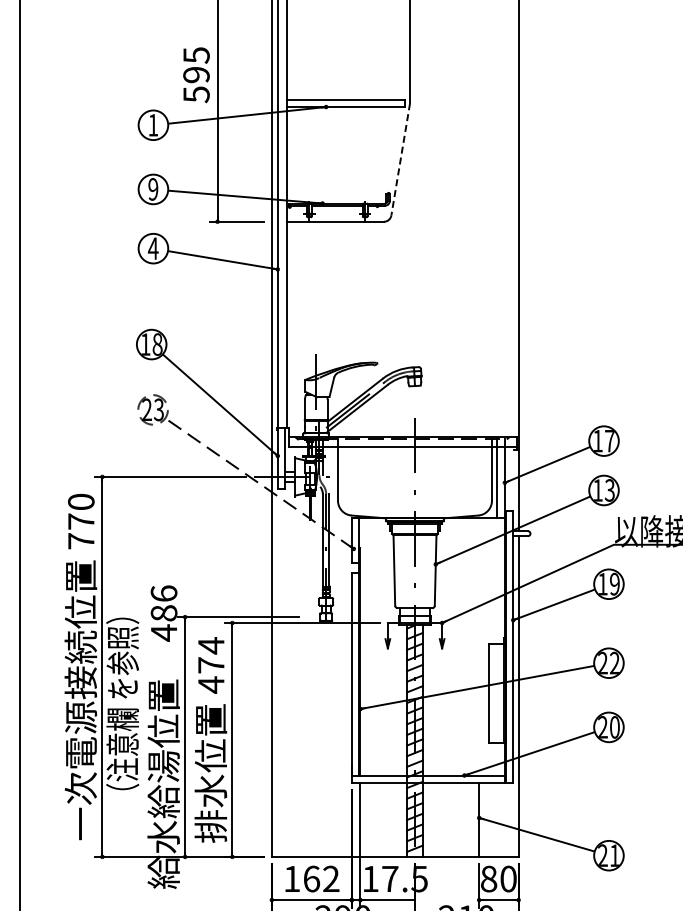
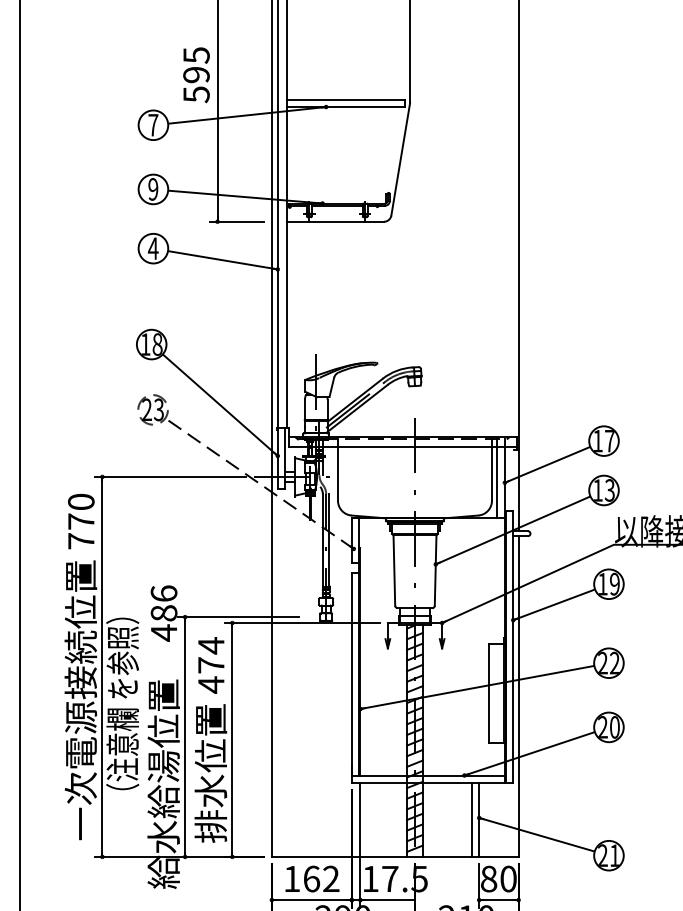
text at (153, 125): 1 -> 7
line at (400, 159): dashed -> solid
line at (471, 819): none -> present
